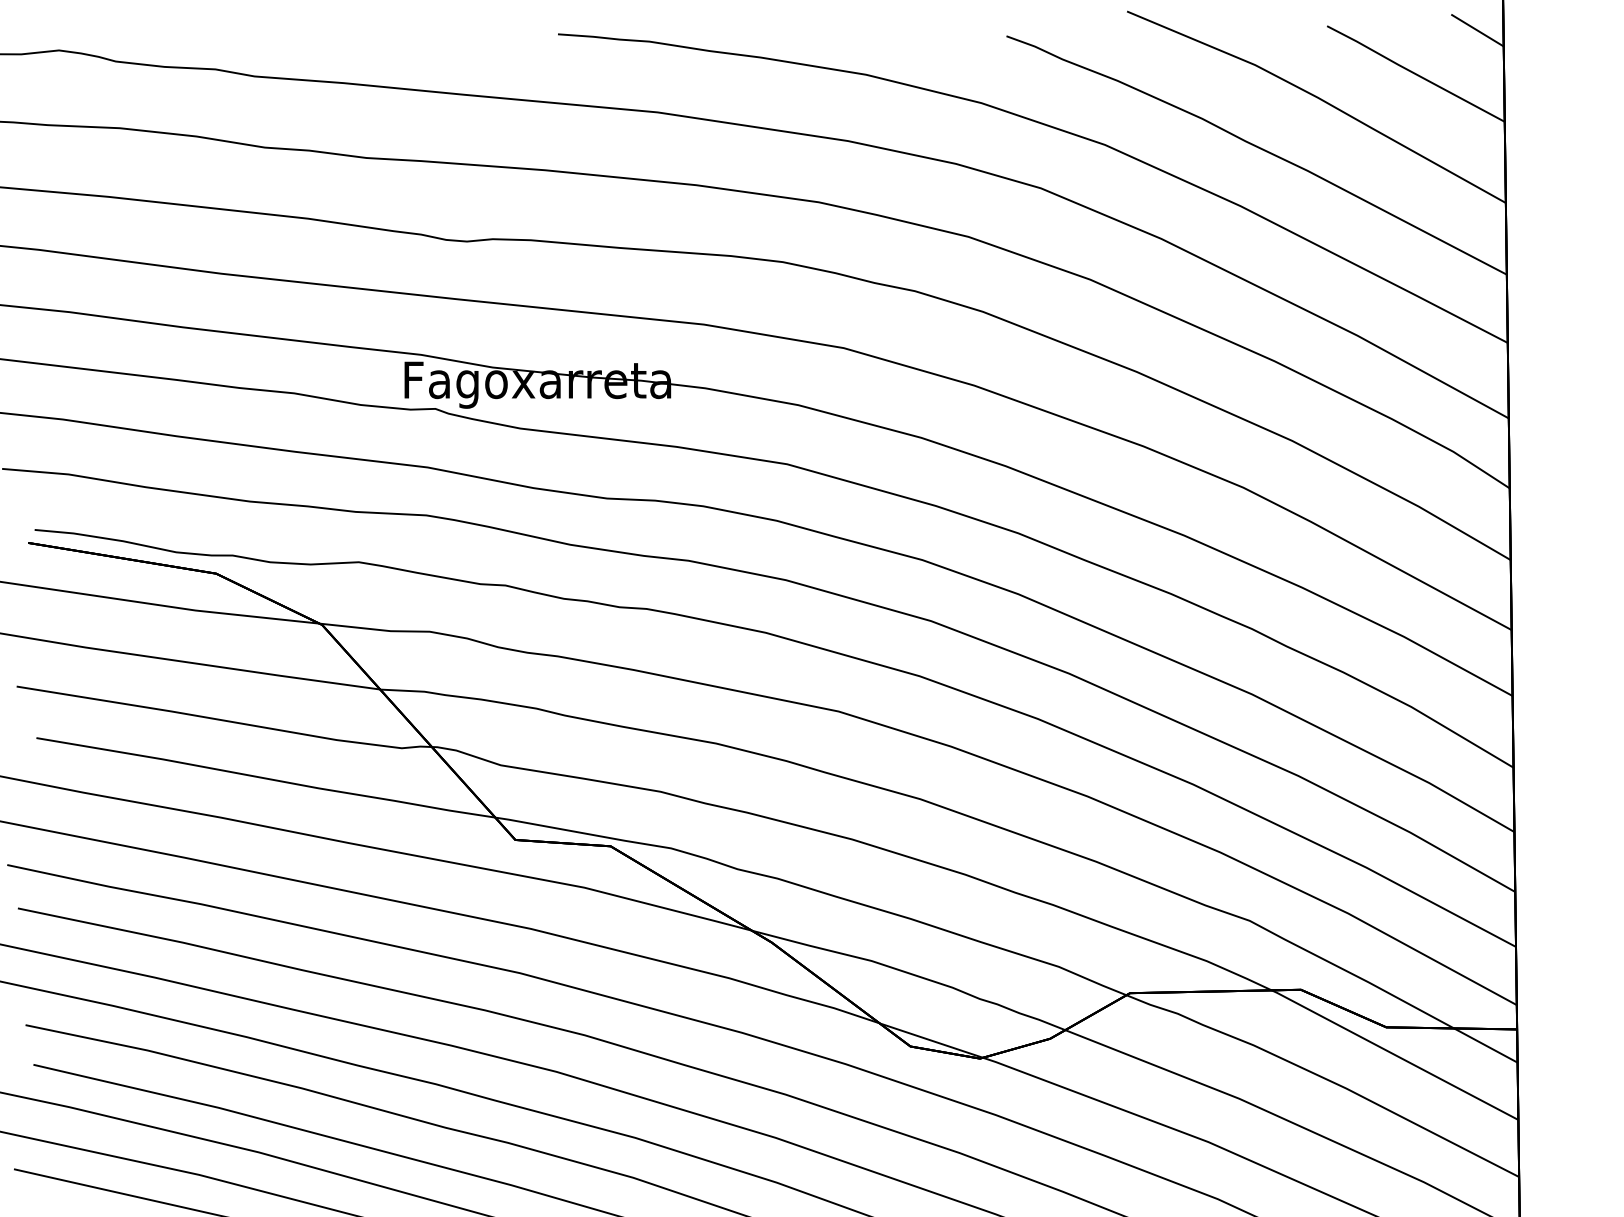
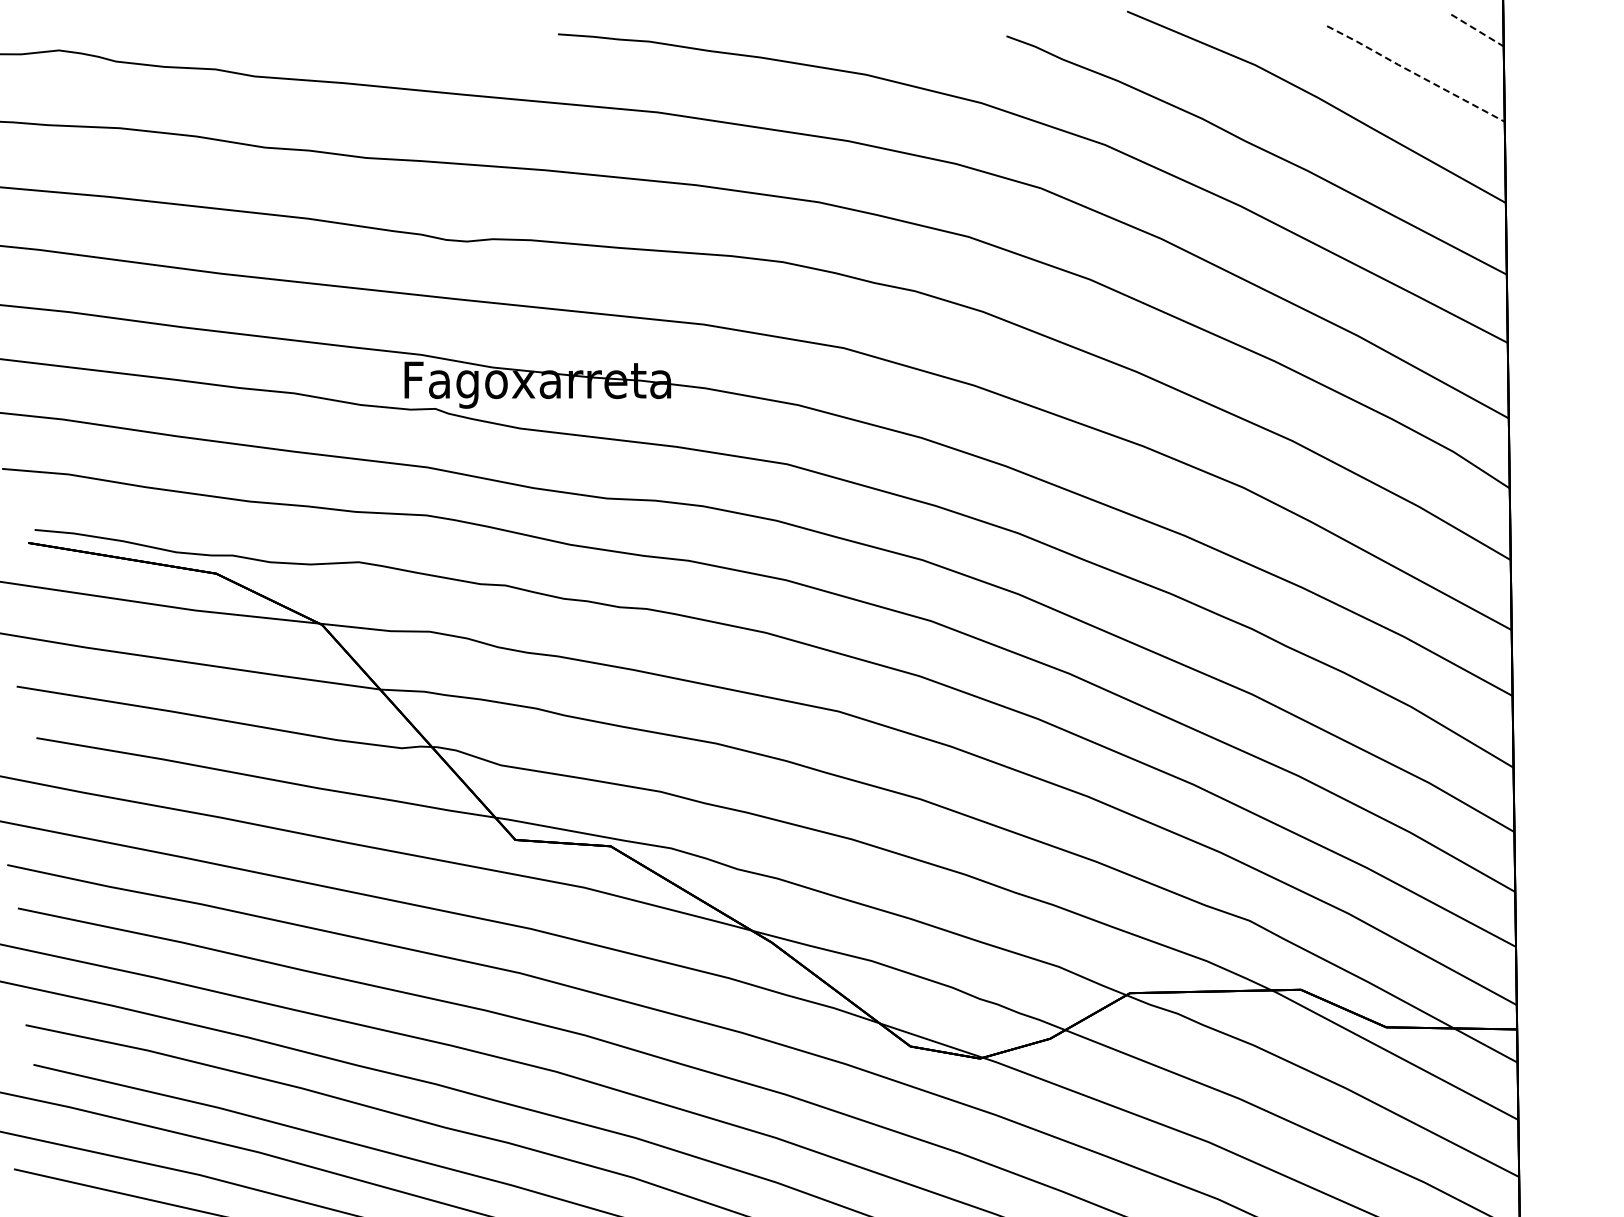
line at (1477, 30): solid -> dashed
line at (1414, 73): solid -> dashed
